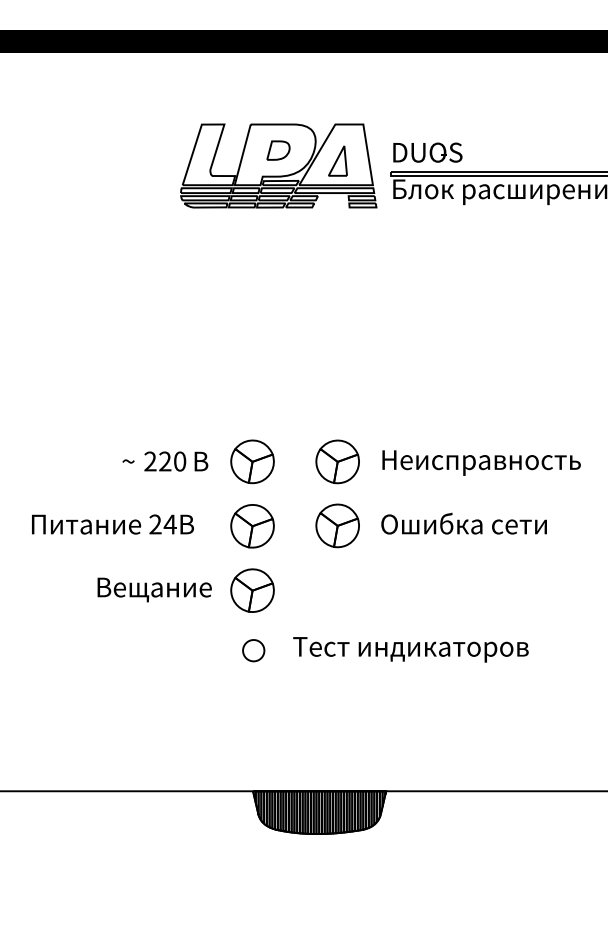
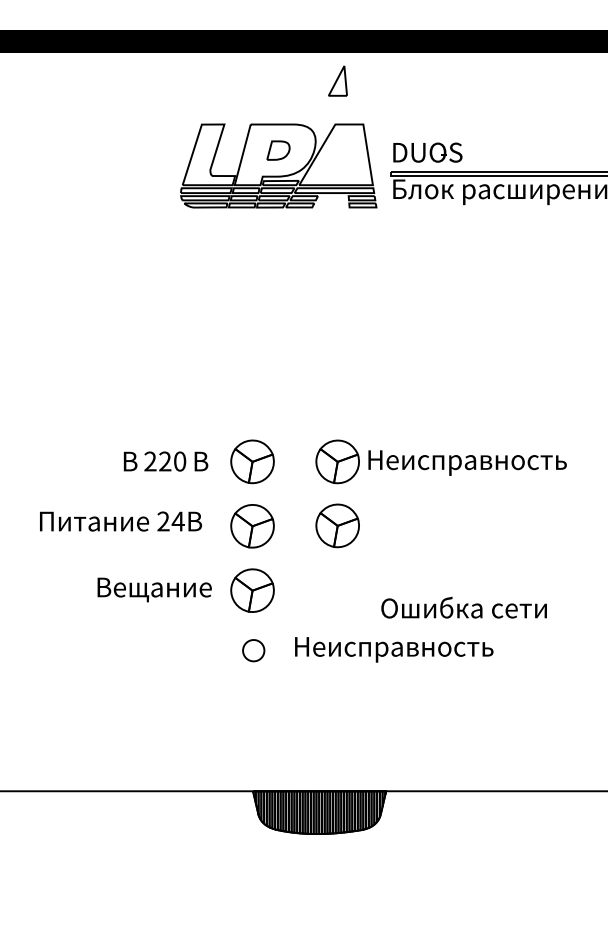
part at (337, 160) position: (337, 160) -> (337, 80)
text at (129, 461): ~ -> В
text at (481, 462) position: (481, 462) -> (467, 462)
text at (463, 523) position: (463, 523) -> (463, 607)
text at (112, 524) position: (112, 524) -> (120, 521)
text at (410, 649): Тест индикаторов -> Неисправность
